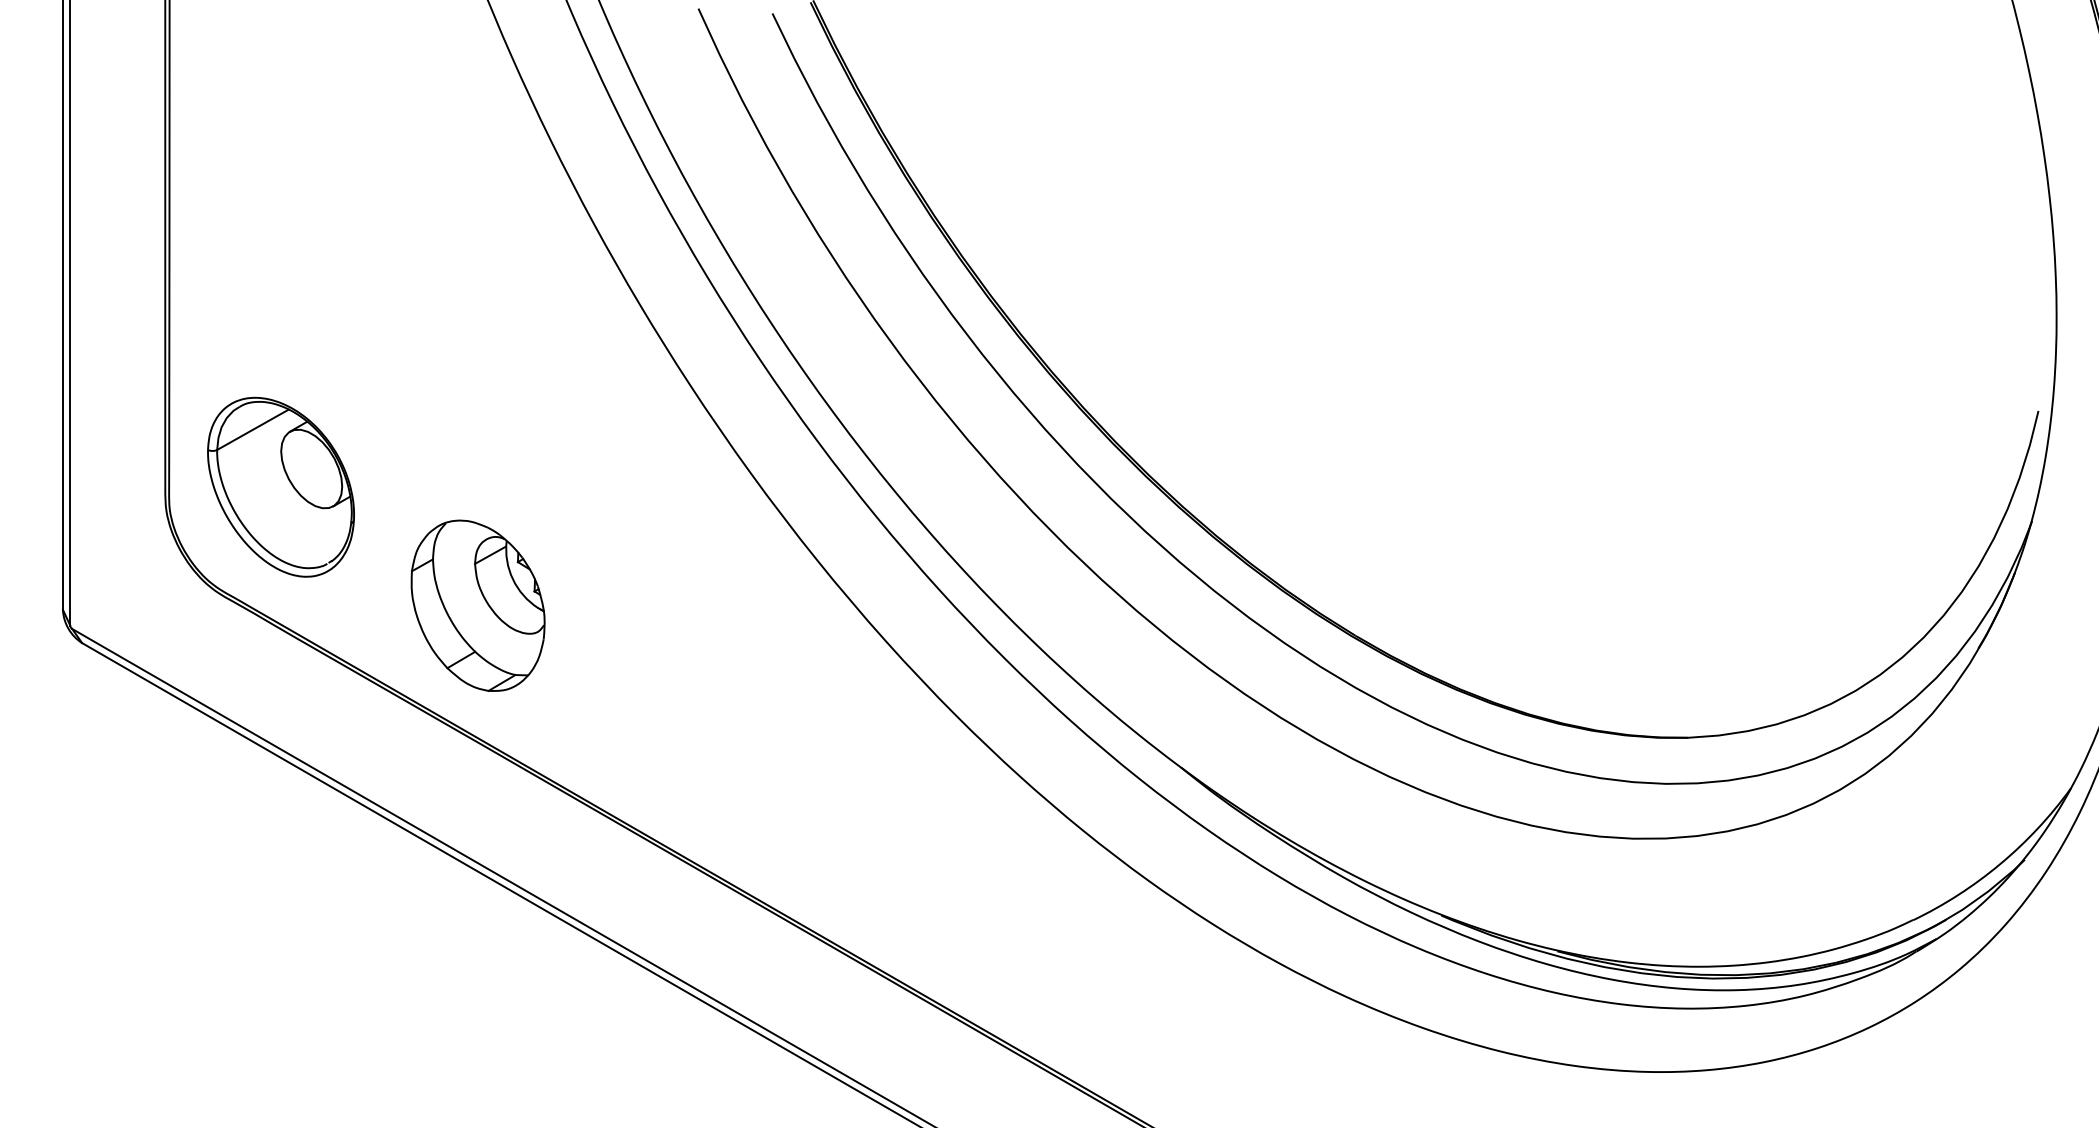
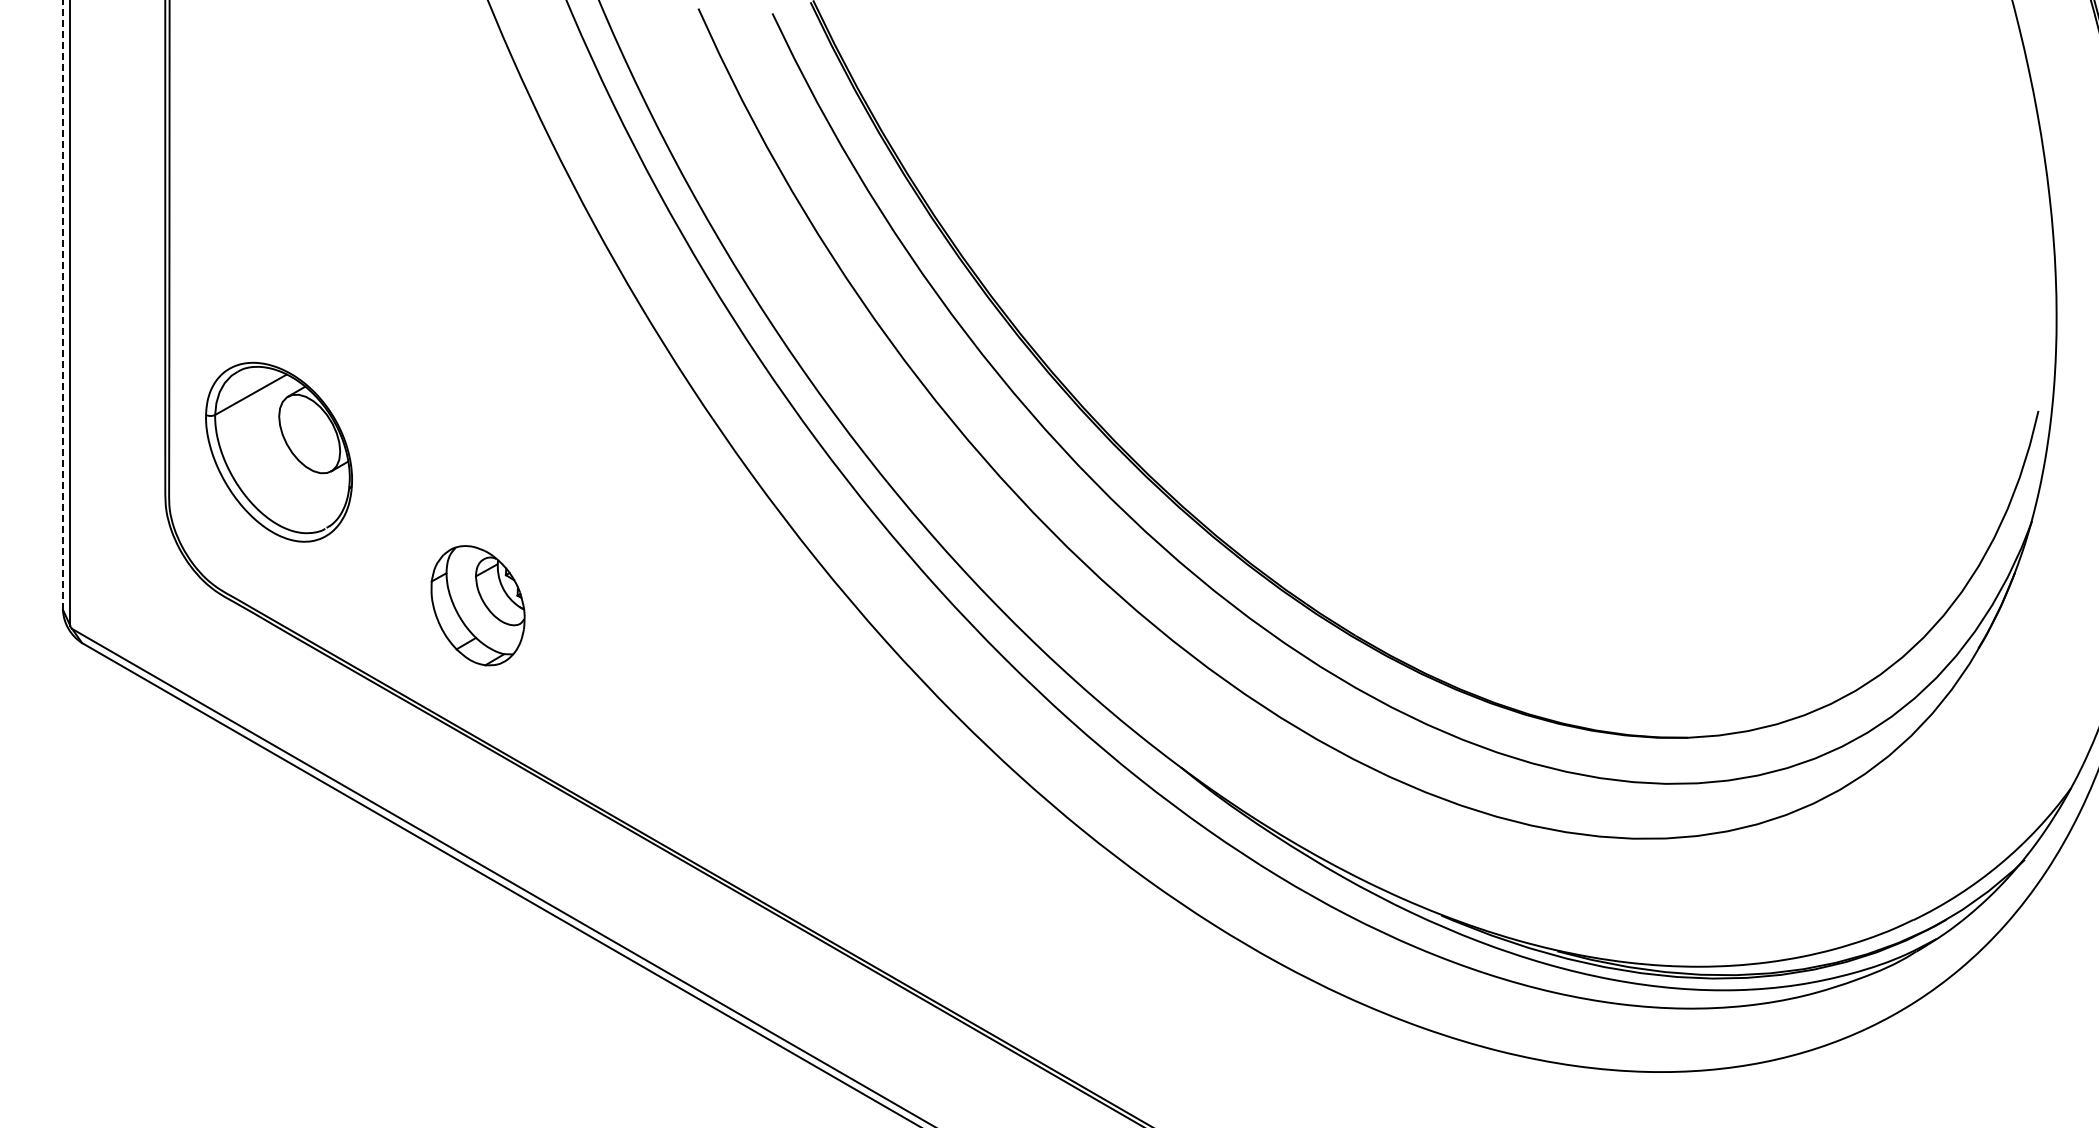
line at (62, 304): solid -> dashed
part at (280, 486) position: (280, 486) -> (278, 451)
part at (477, 605) size: 136x173 px -> 96x122 px
